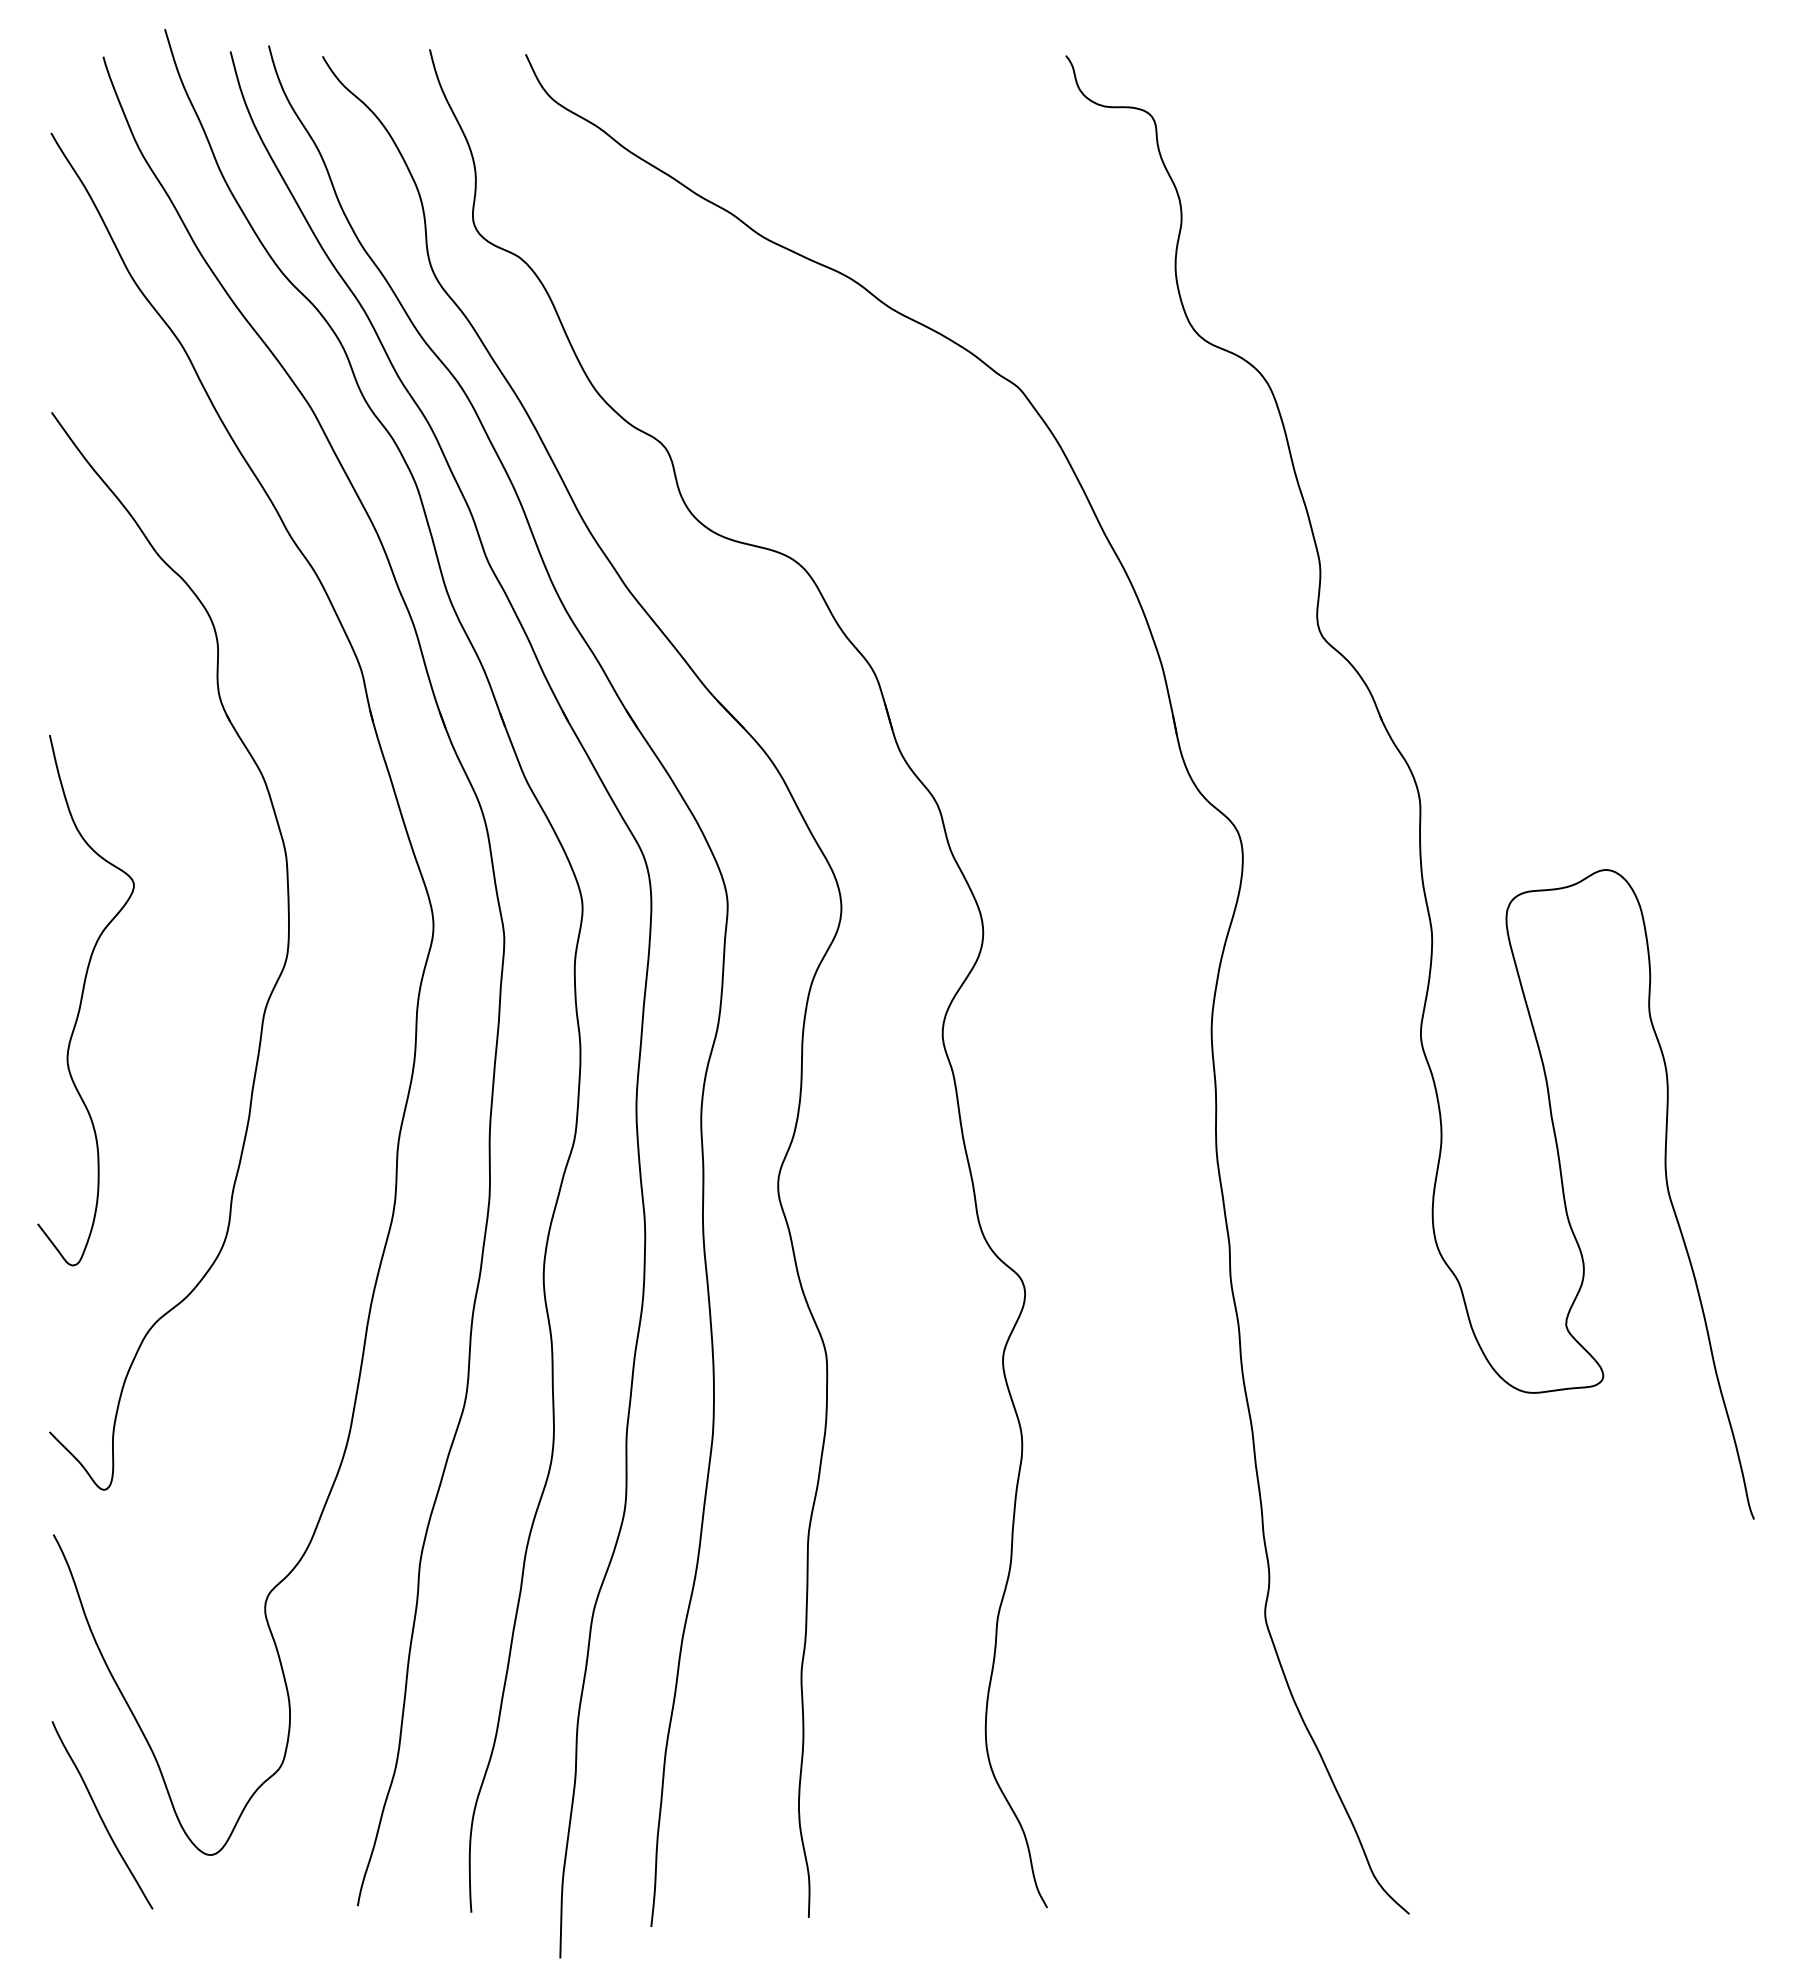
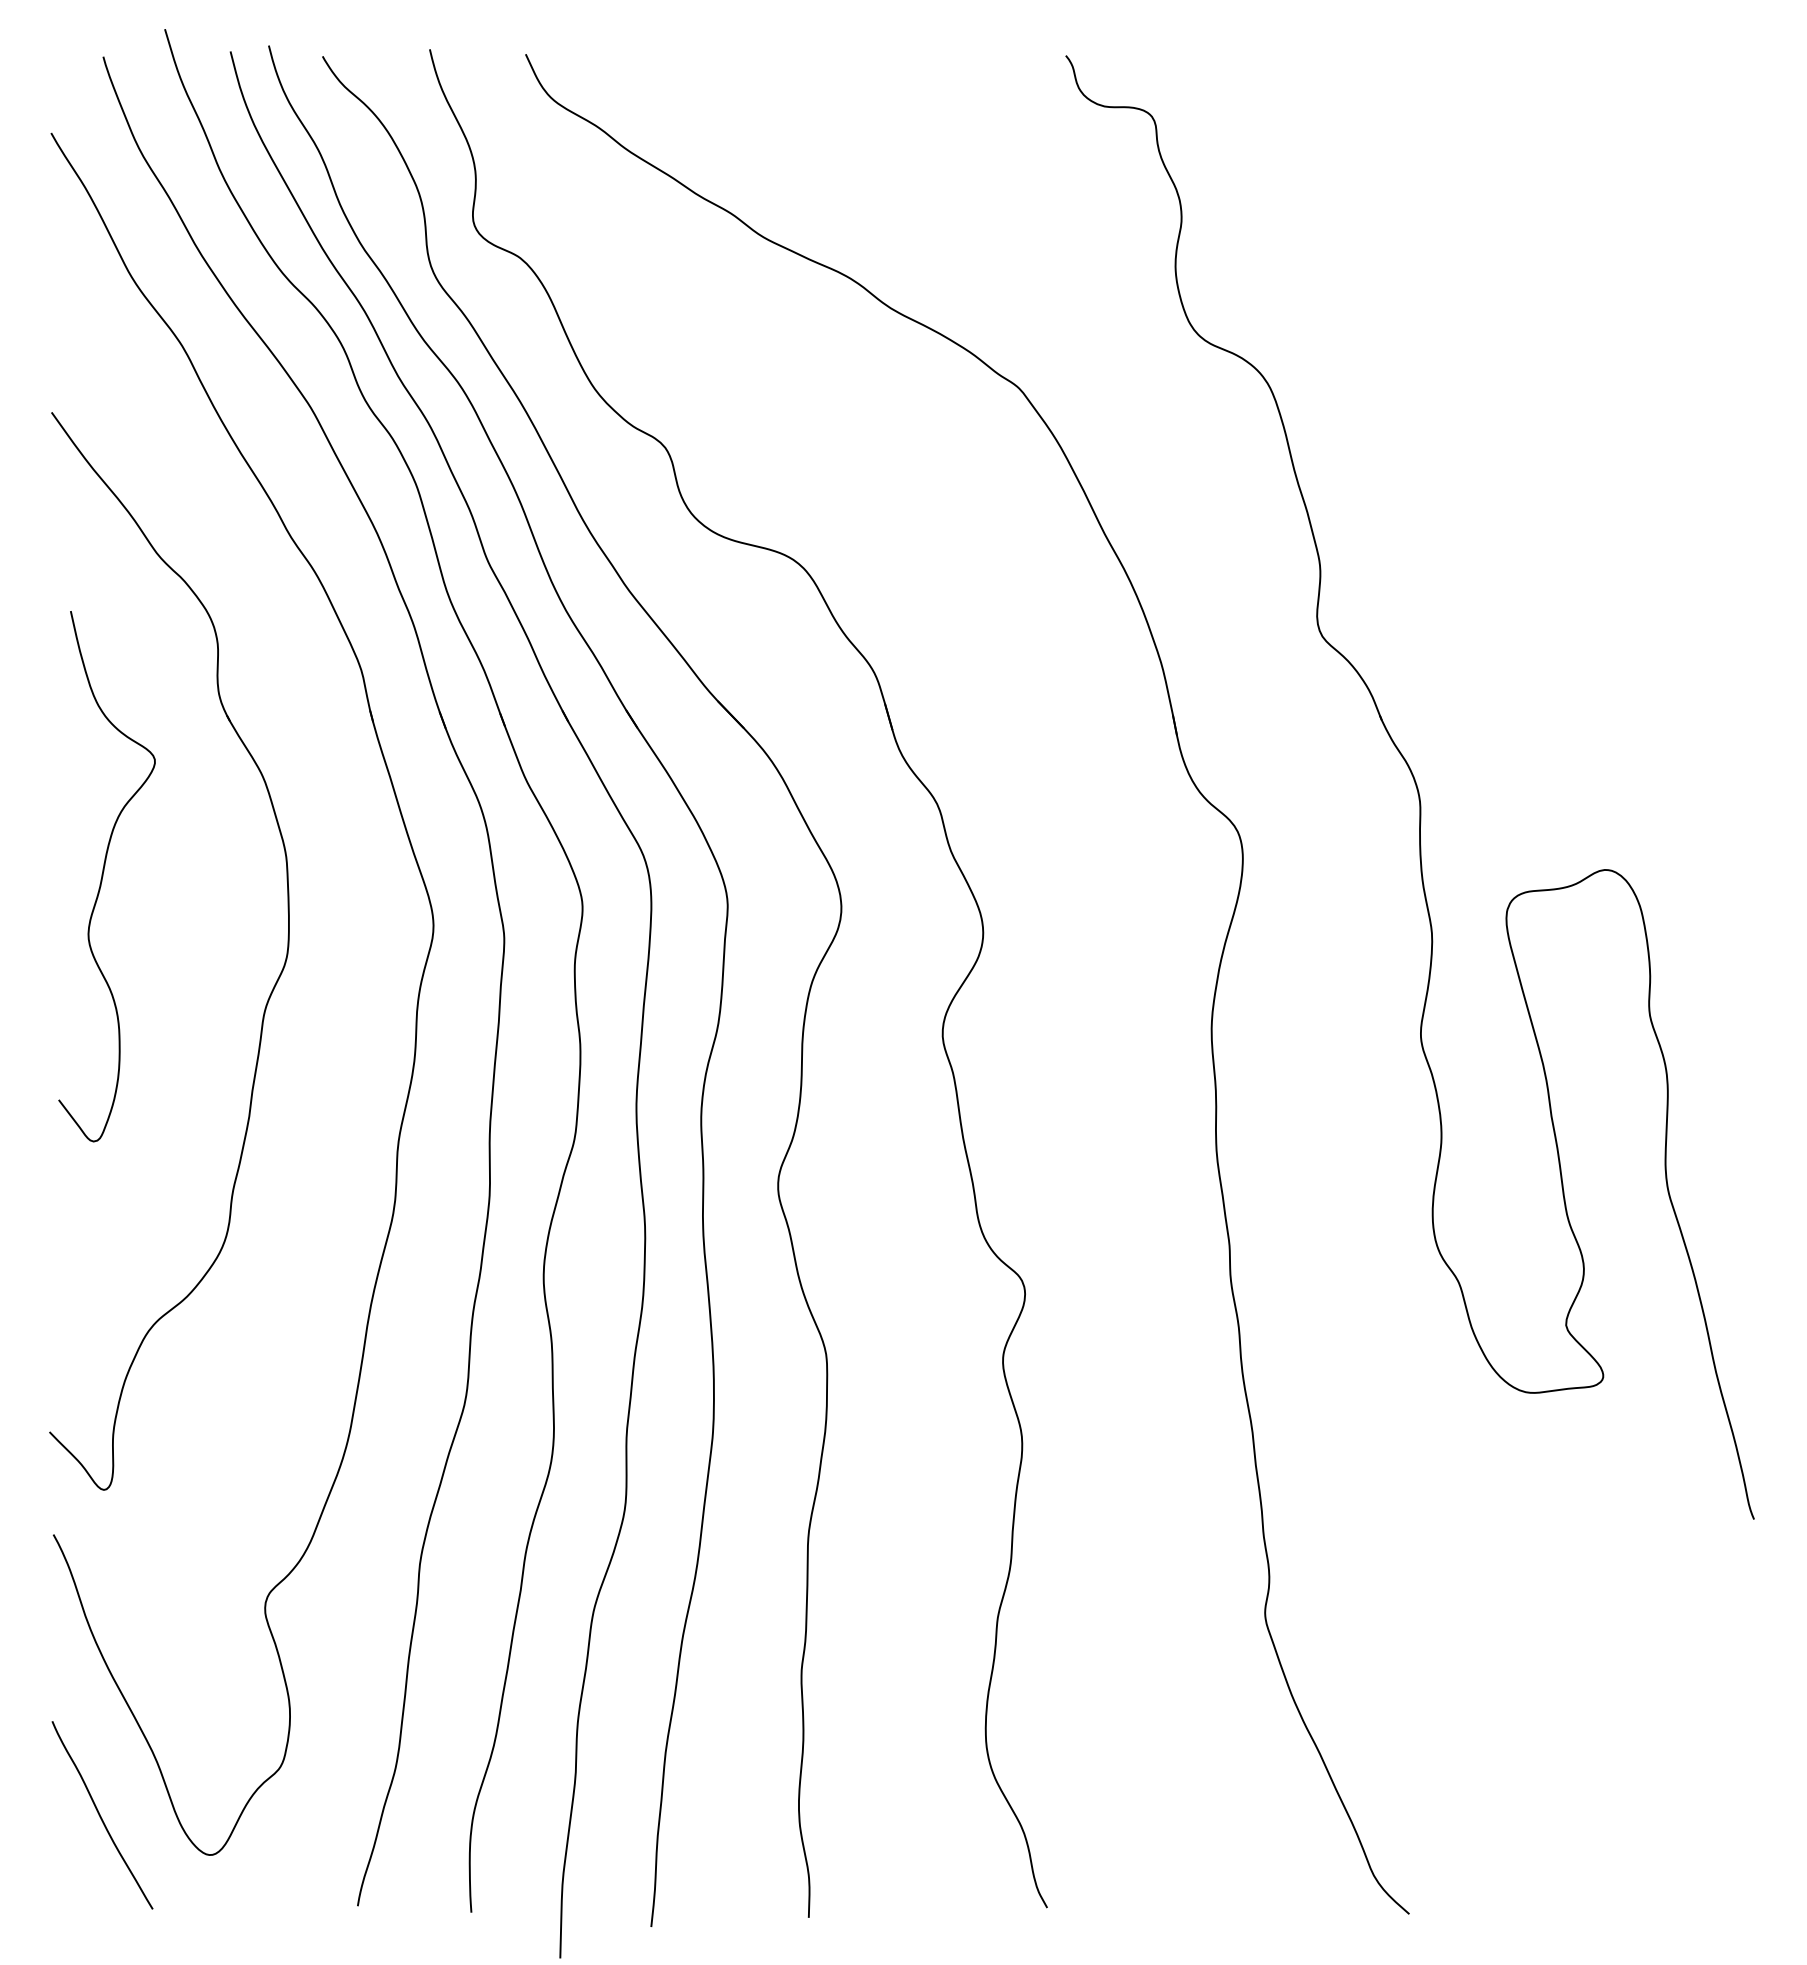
curve at (82, 1000) position: (82, 1000) -> (103, 876)
